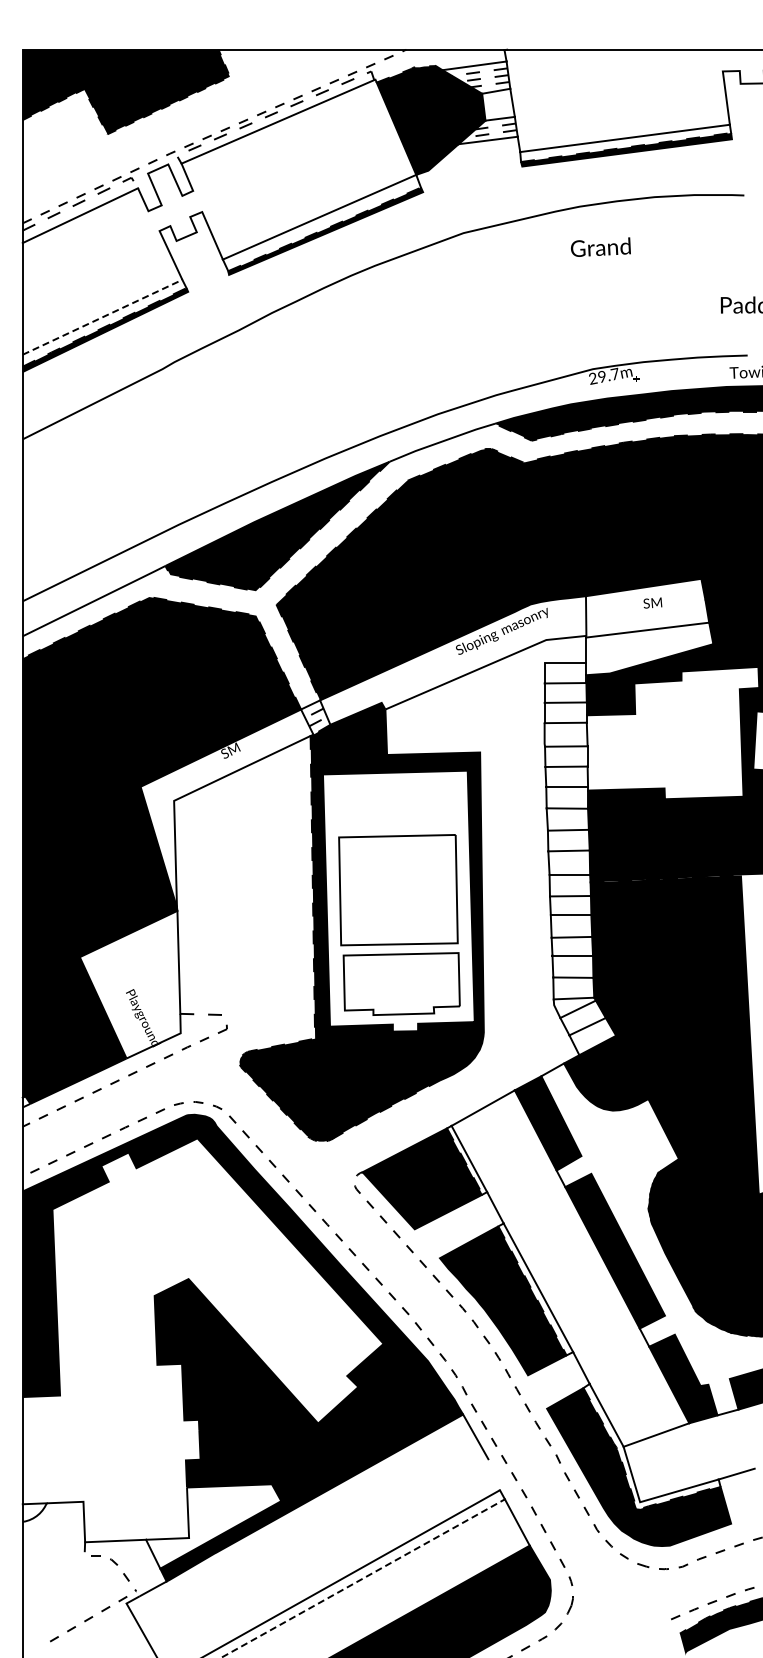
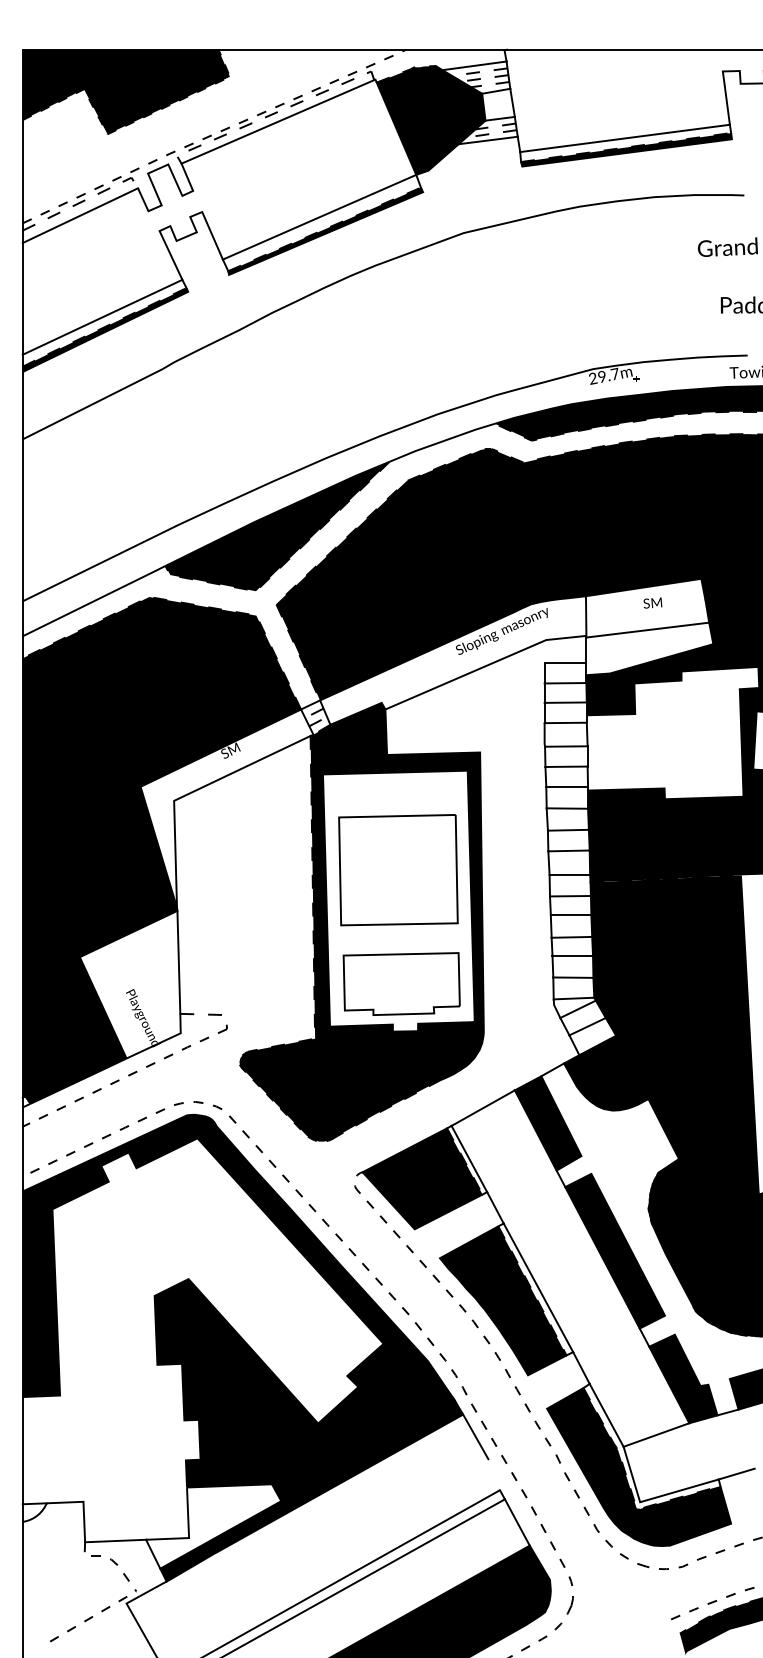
text at (600, 246) position: (600, 246) -> (727, 246)
line at (103, 317): dashed -> solid
part at (398, 890) position: (398, 890) -> (398, 870)
line at (363, 1578): dashed -> solid
